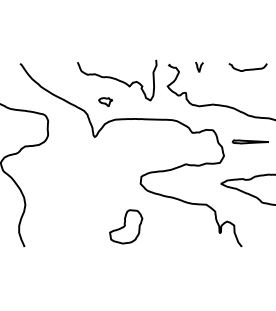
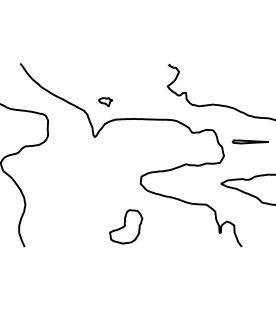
curve at (199, 66): present -> none
curve at (247, 69): present -> none
curve at (117, 80): present -> none
